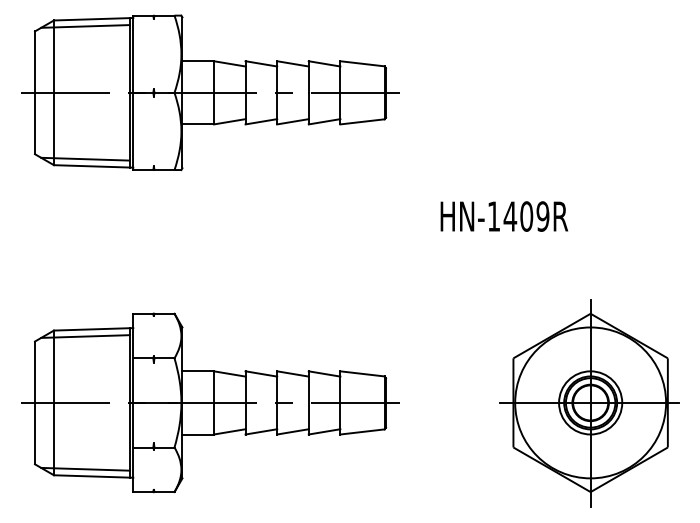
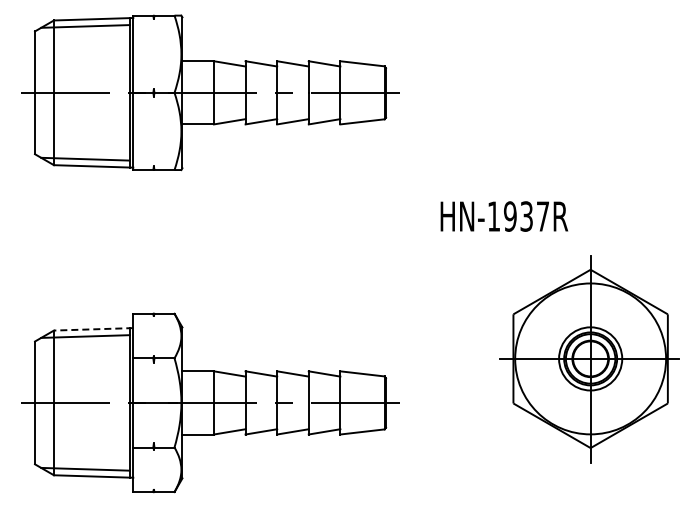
text at (526, 216): HN-1409R -> HN-1937R
line at (93, 329): solid -> dashed
part at (589, 403) position: (589, 403) -> (589, 359)
